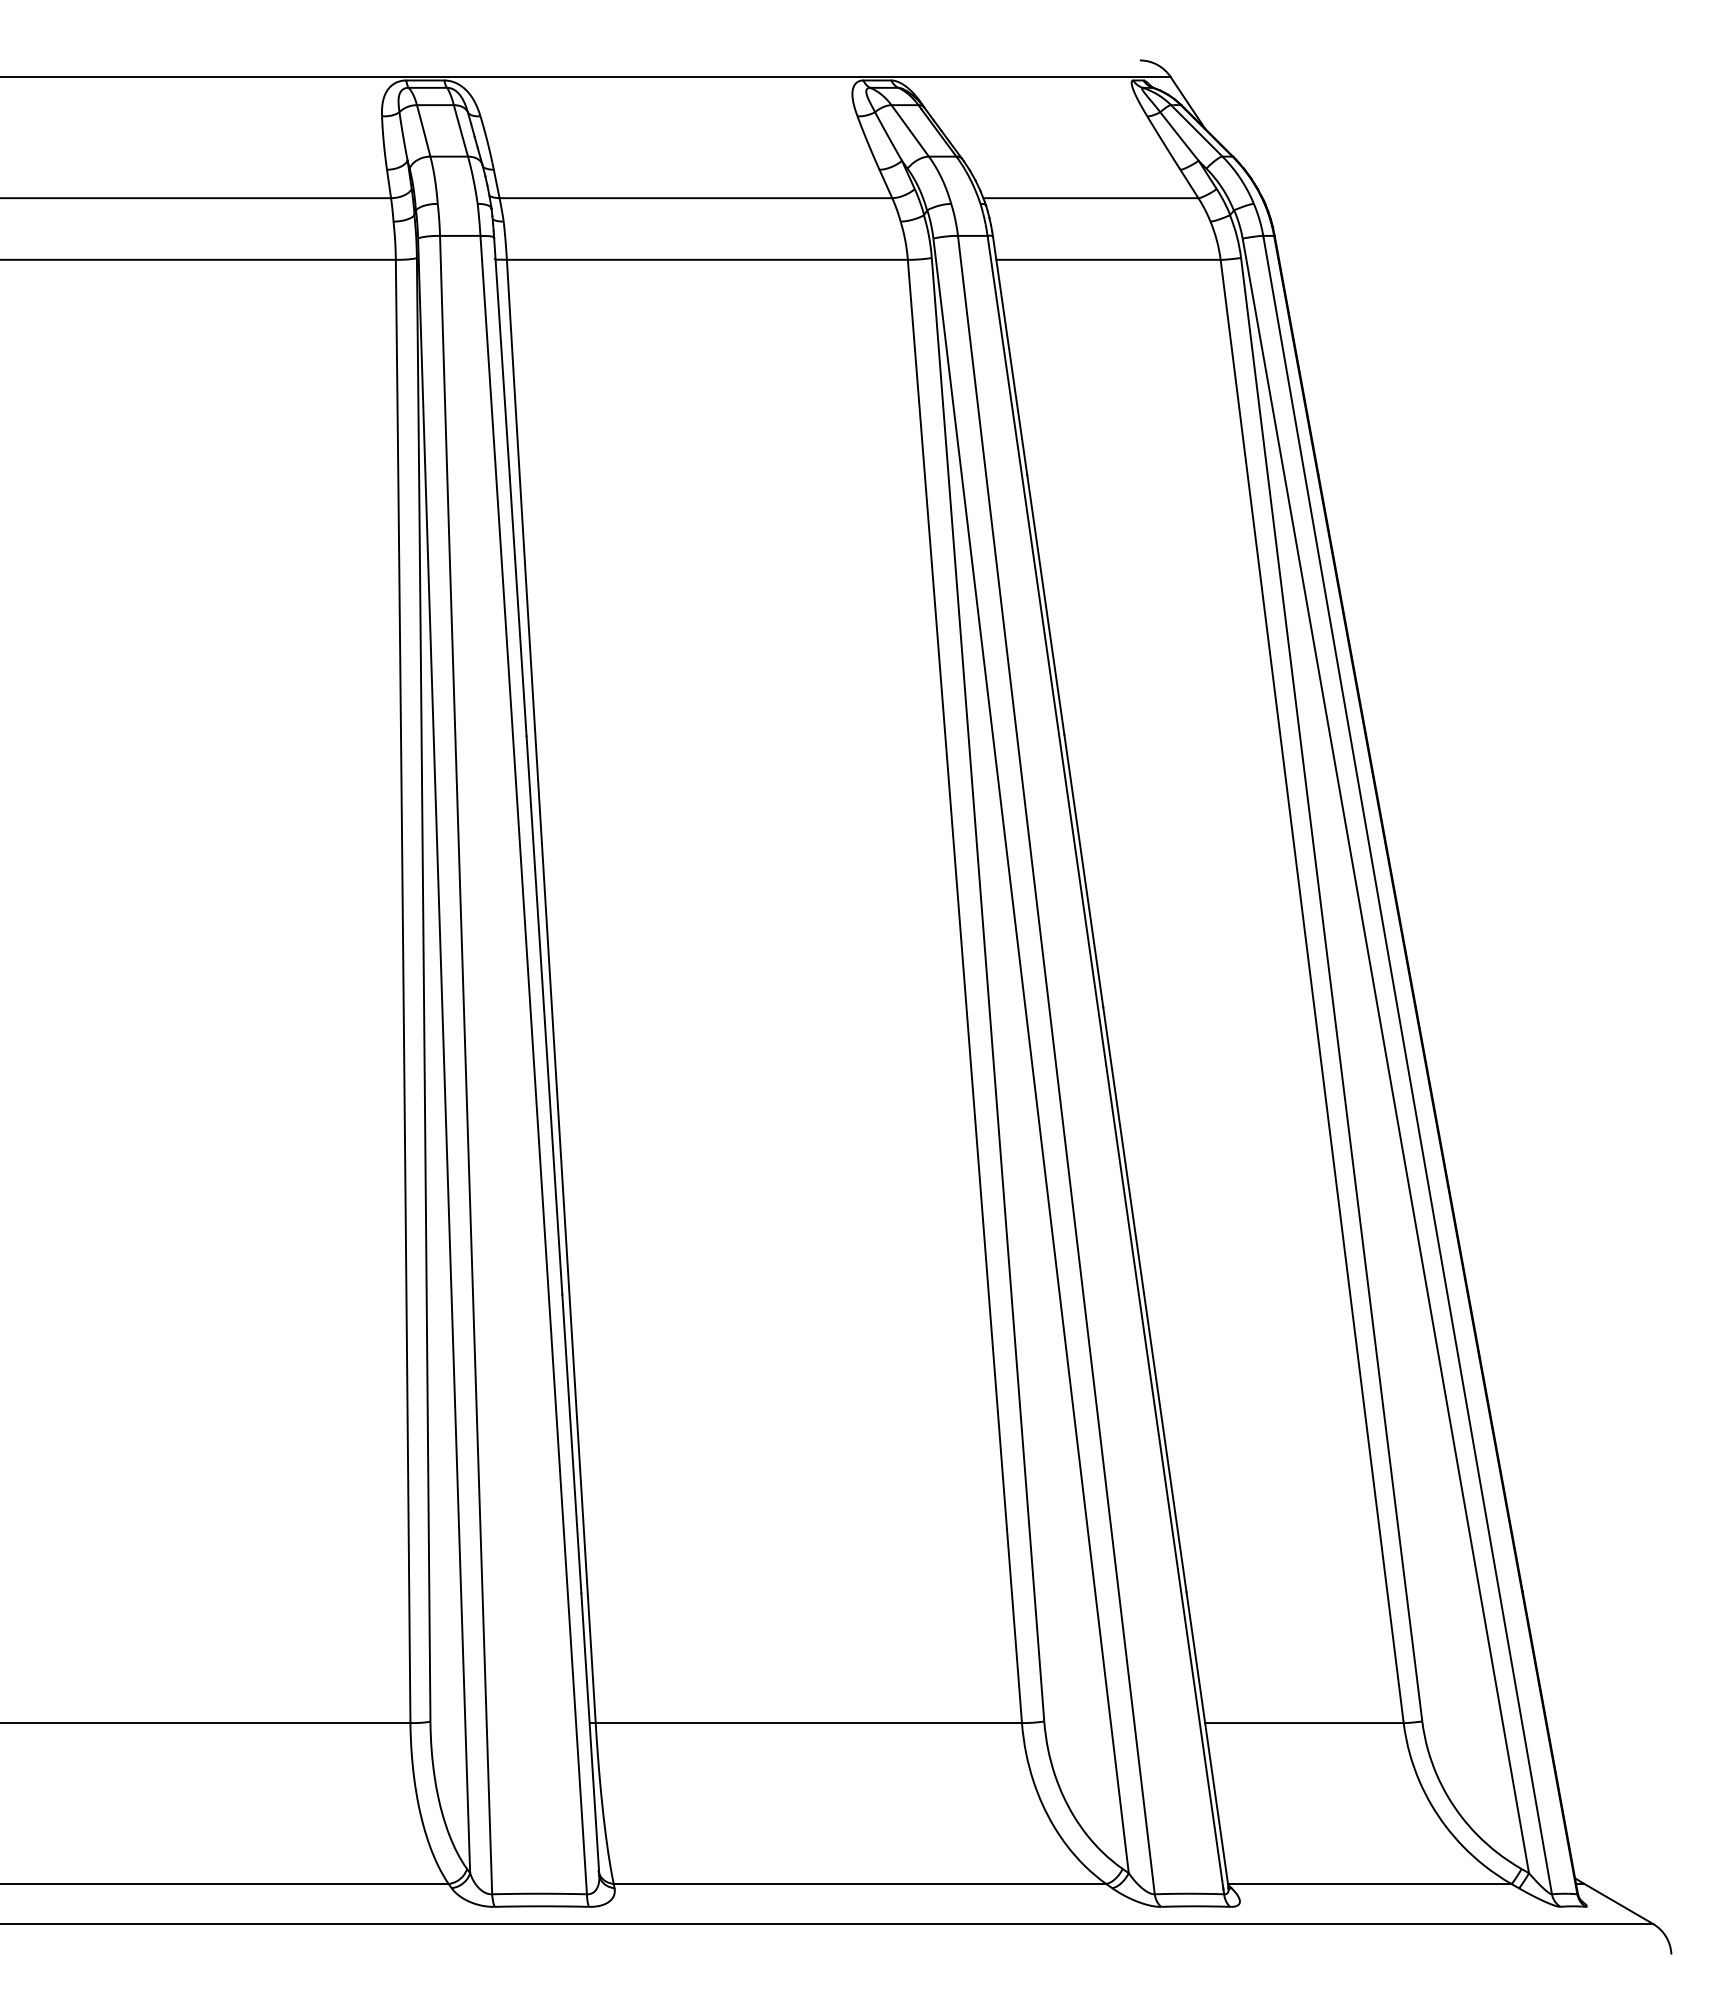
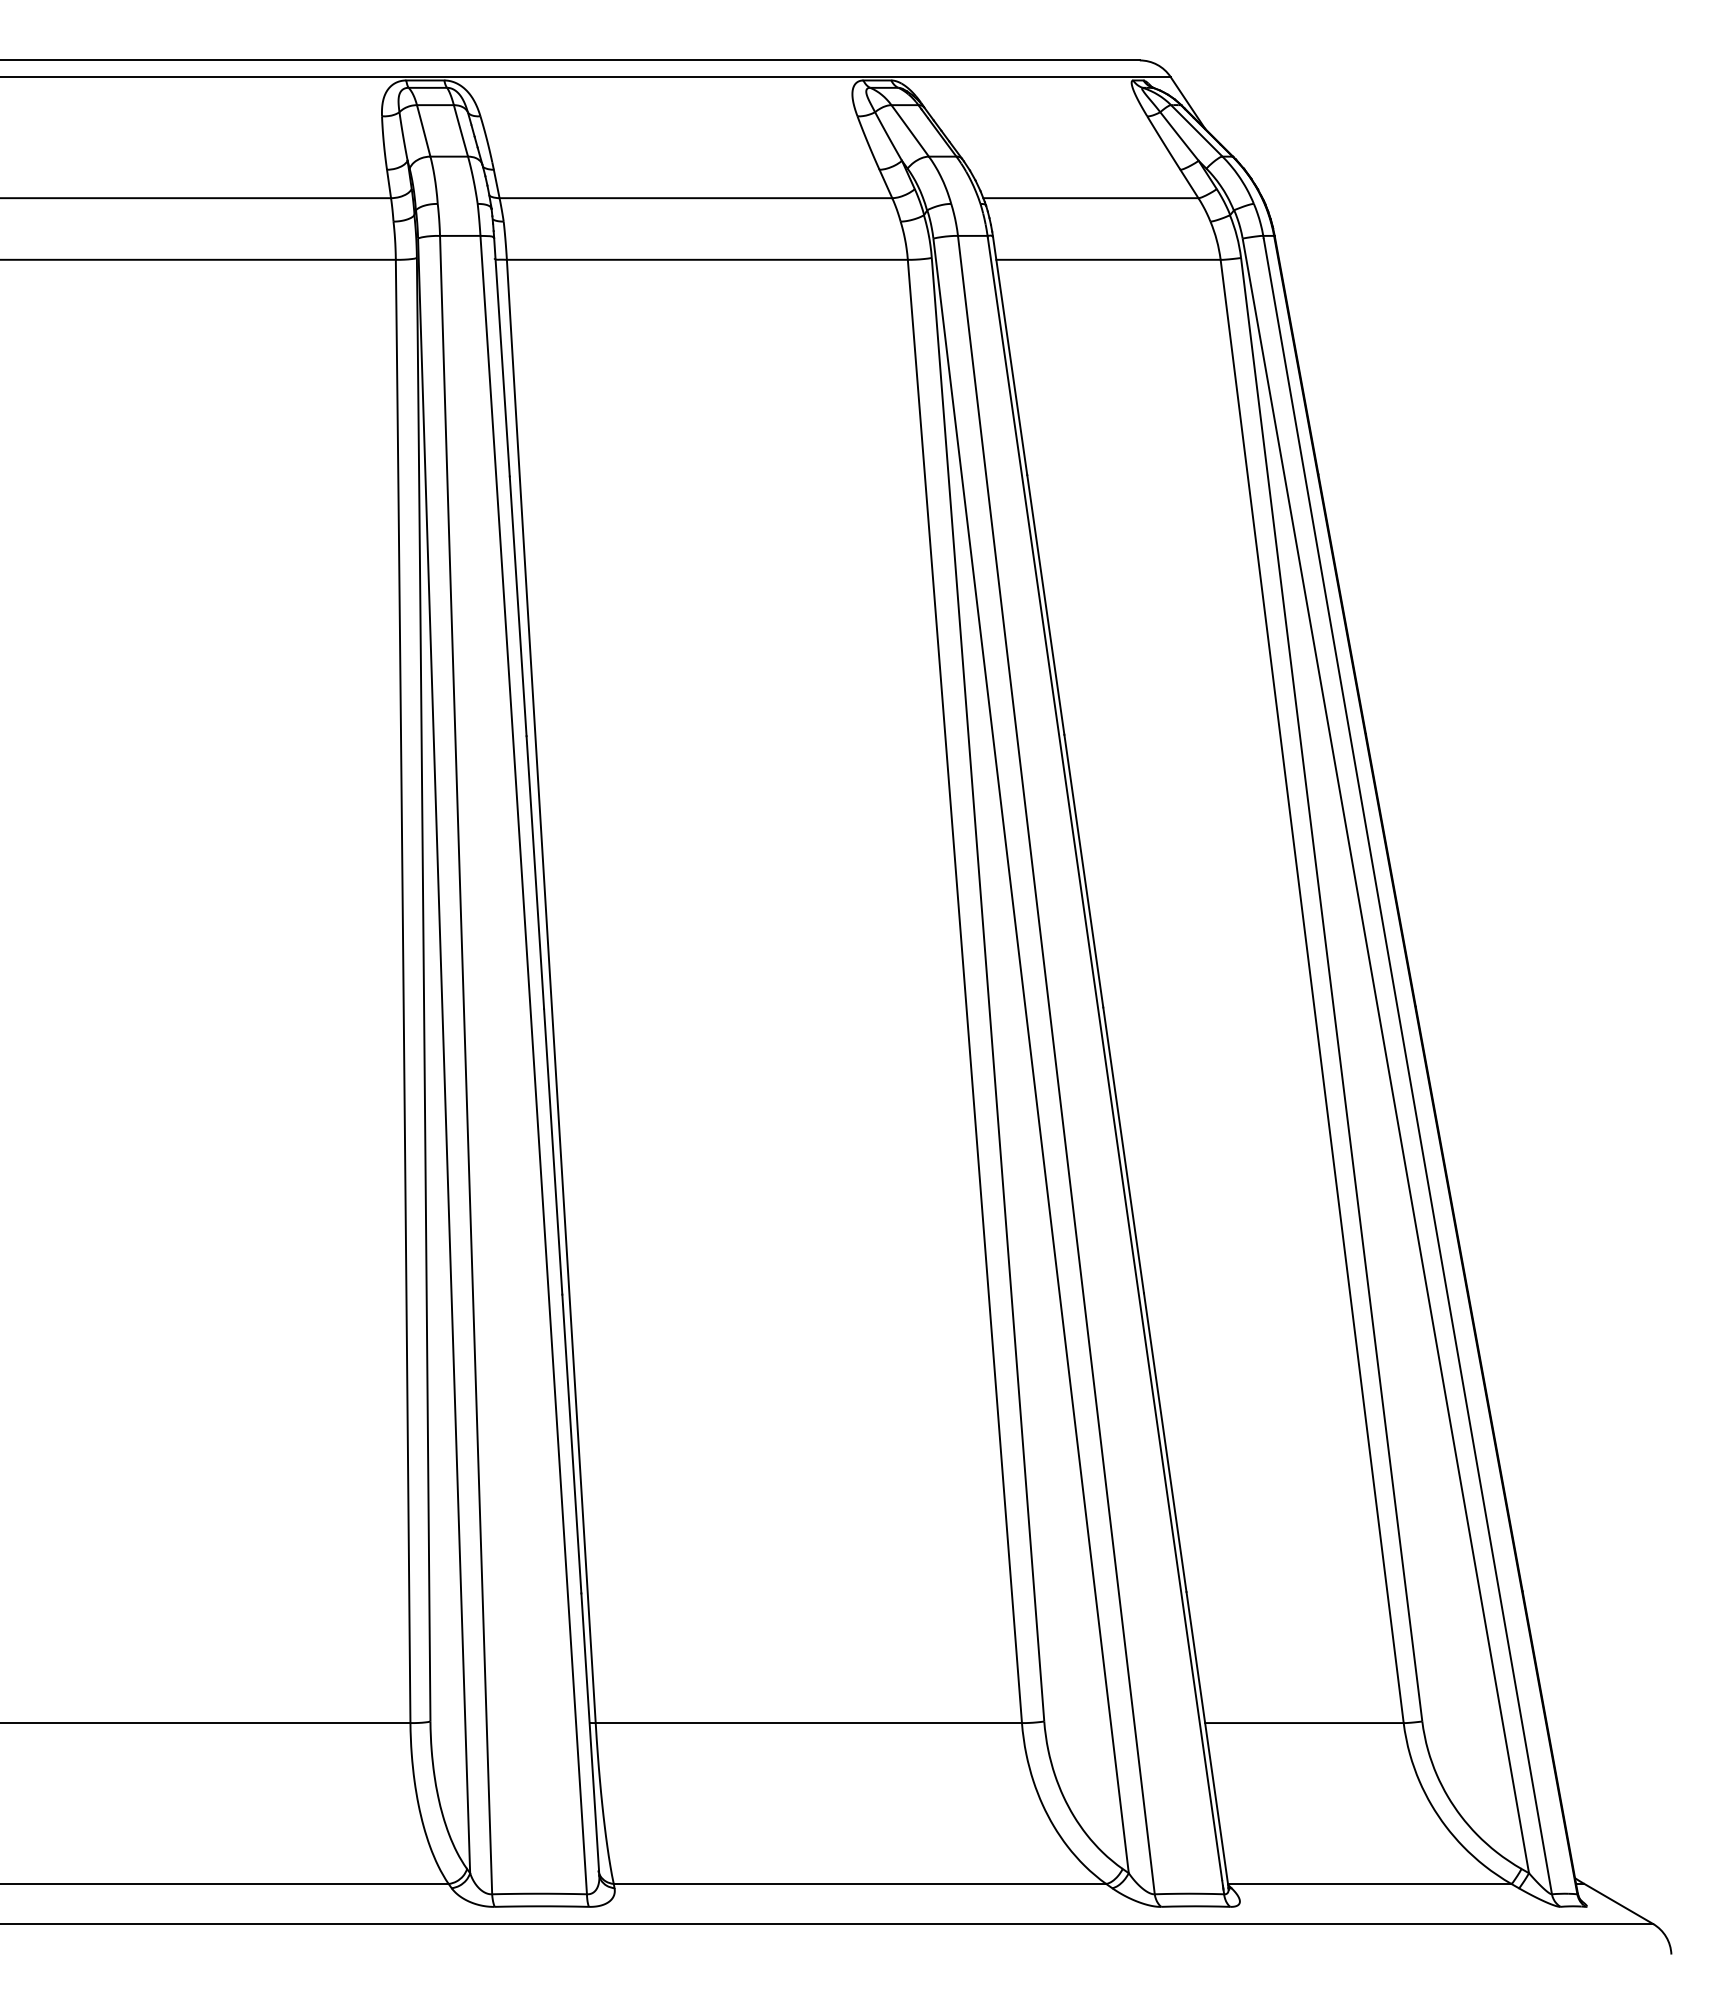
line at (570, 60): none -> present
